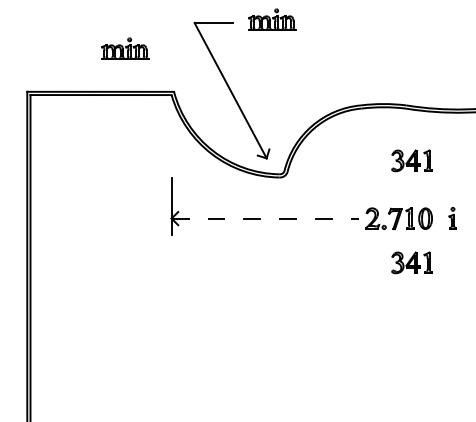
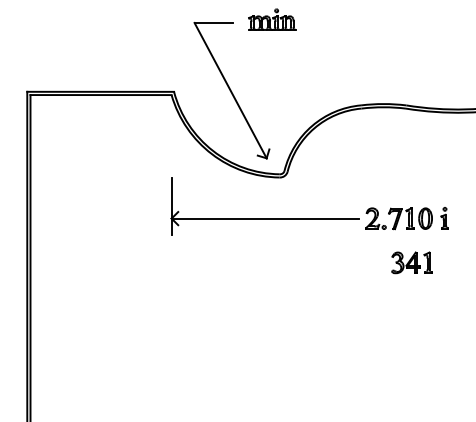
part at (125, 48): present -> none
part at (411, 160): present -> none
line at (265, 218): dashed -> solid
part at (452, 218) position: (452, 218) -> (444, 218)
